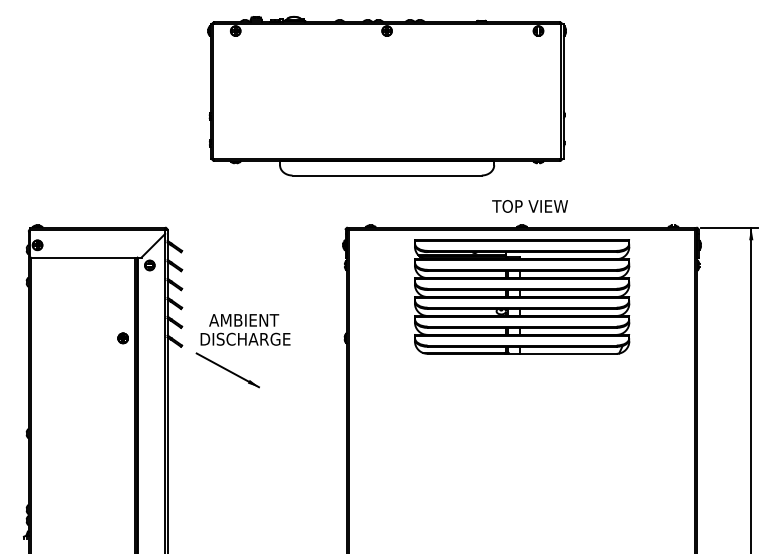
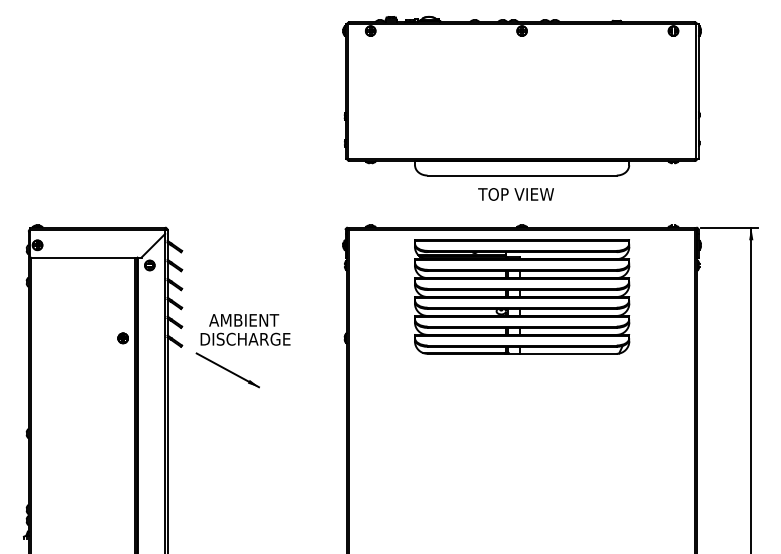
part at (386, 96) position: (386, 96) -> (521, 96)
text at (529, 206) position: (529, 206) -> (515, 194)
